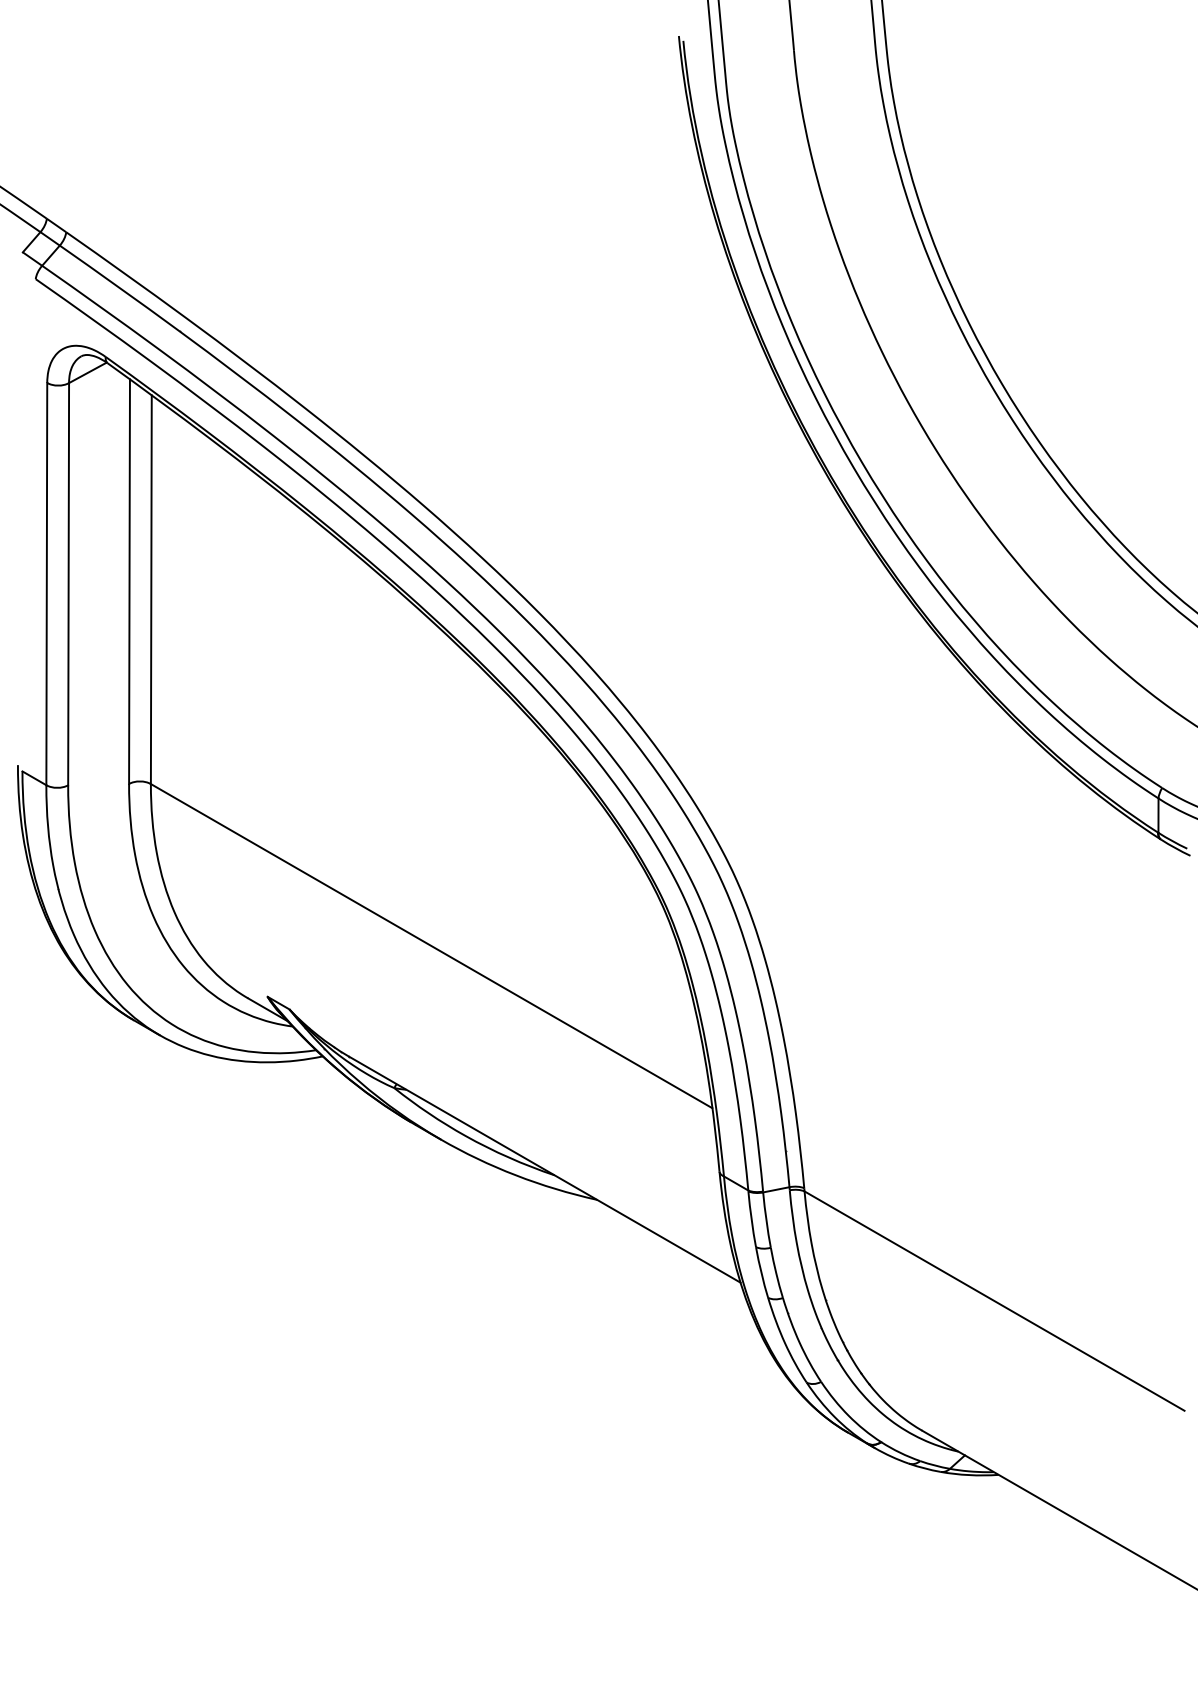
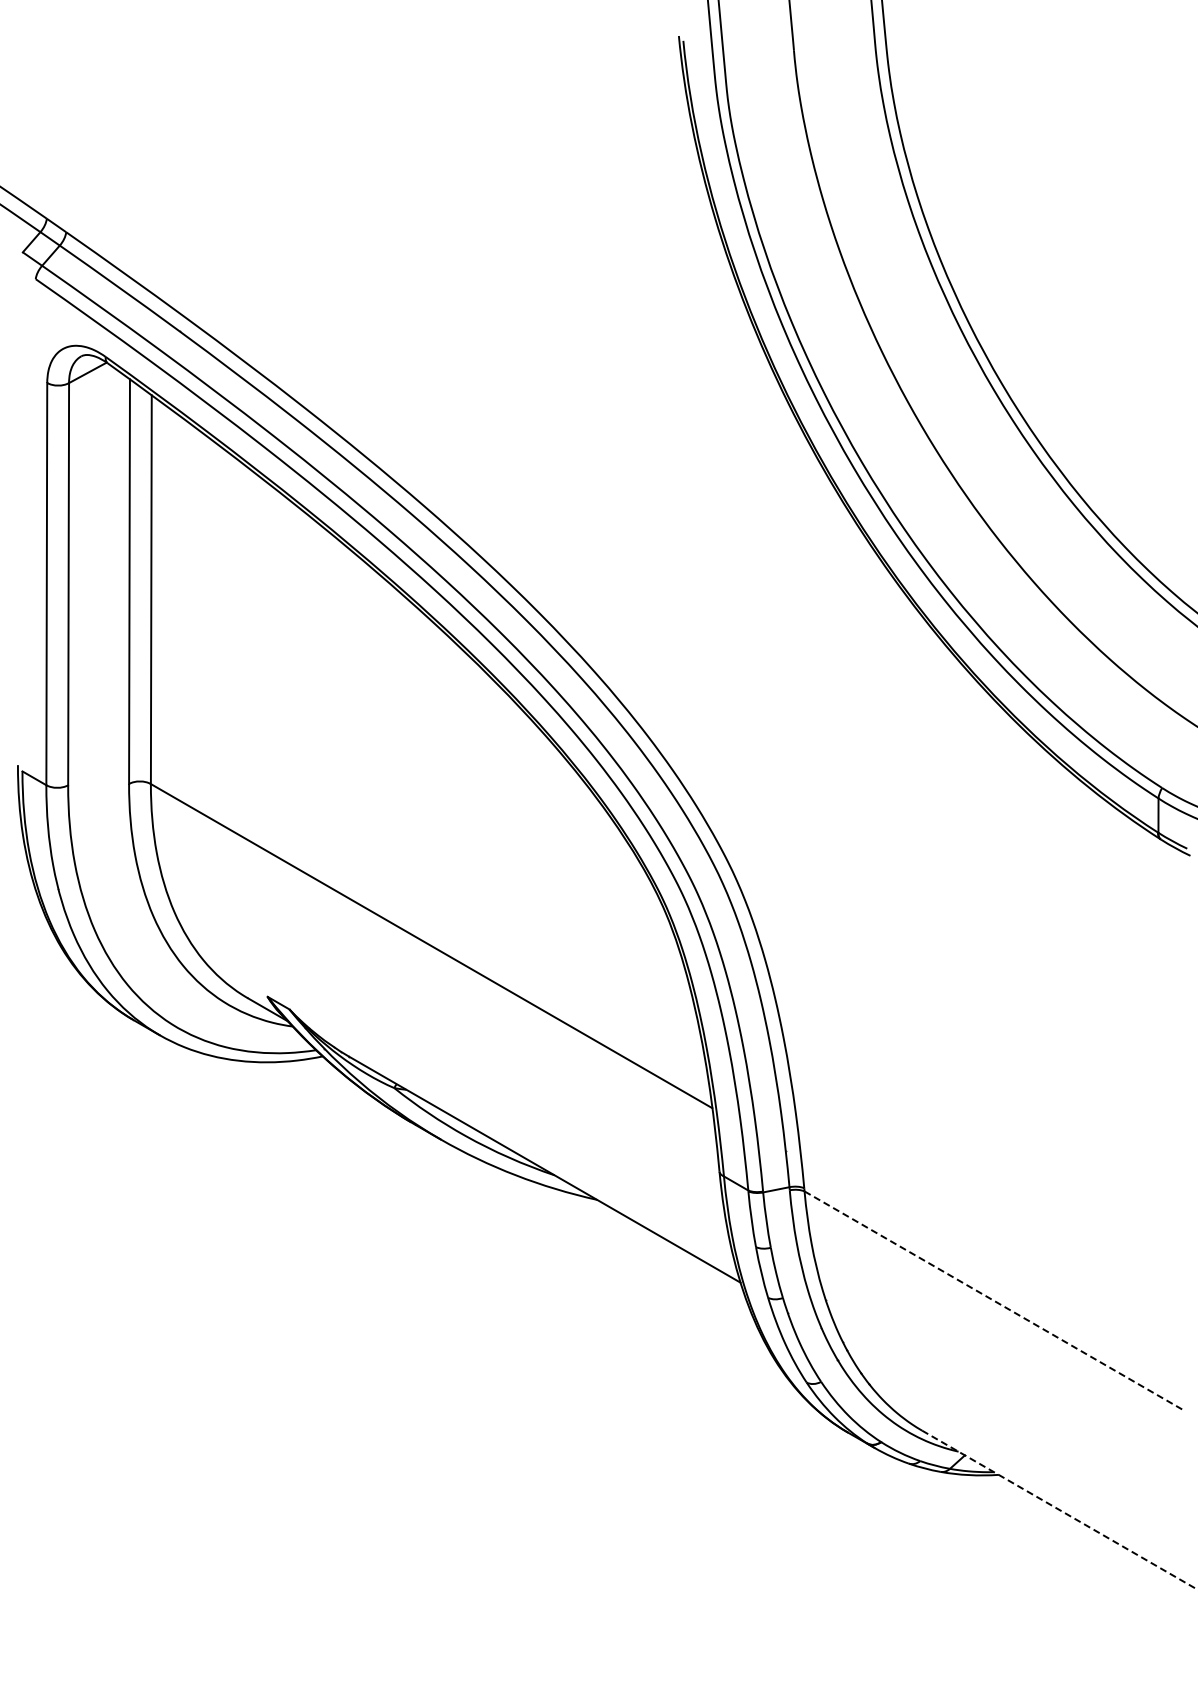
line at (994, 1301): solid -> dashed
line at (1060, 1510): solid -> dashed
